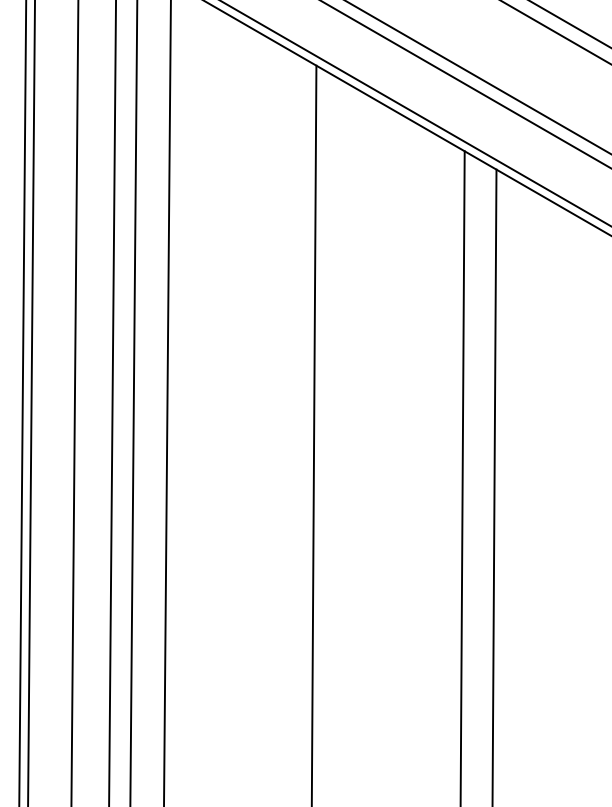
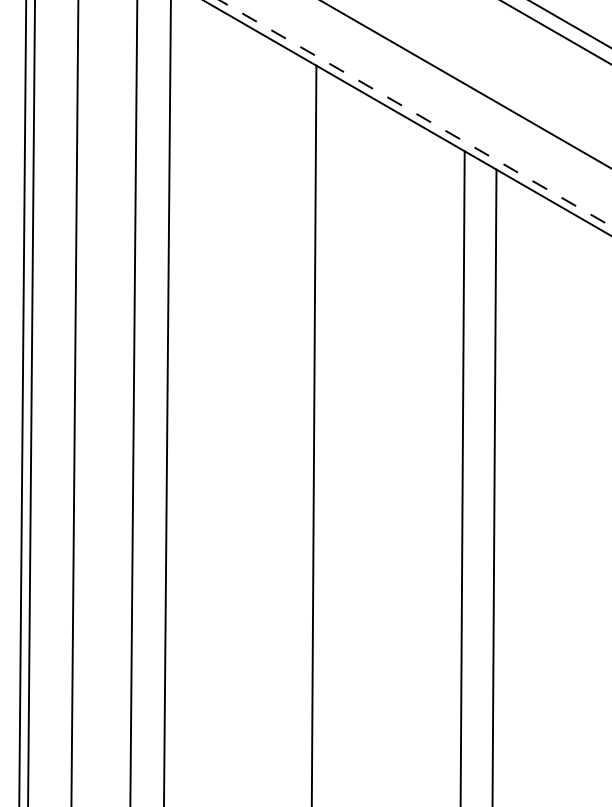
line at (478, 77): present -> none
line at (415, 113): solid -> dashed
line at (112, 402): present -> none
